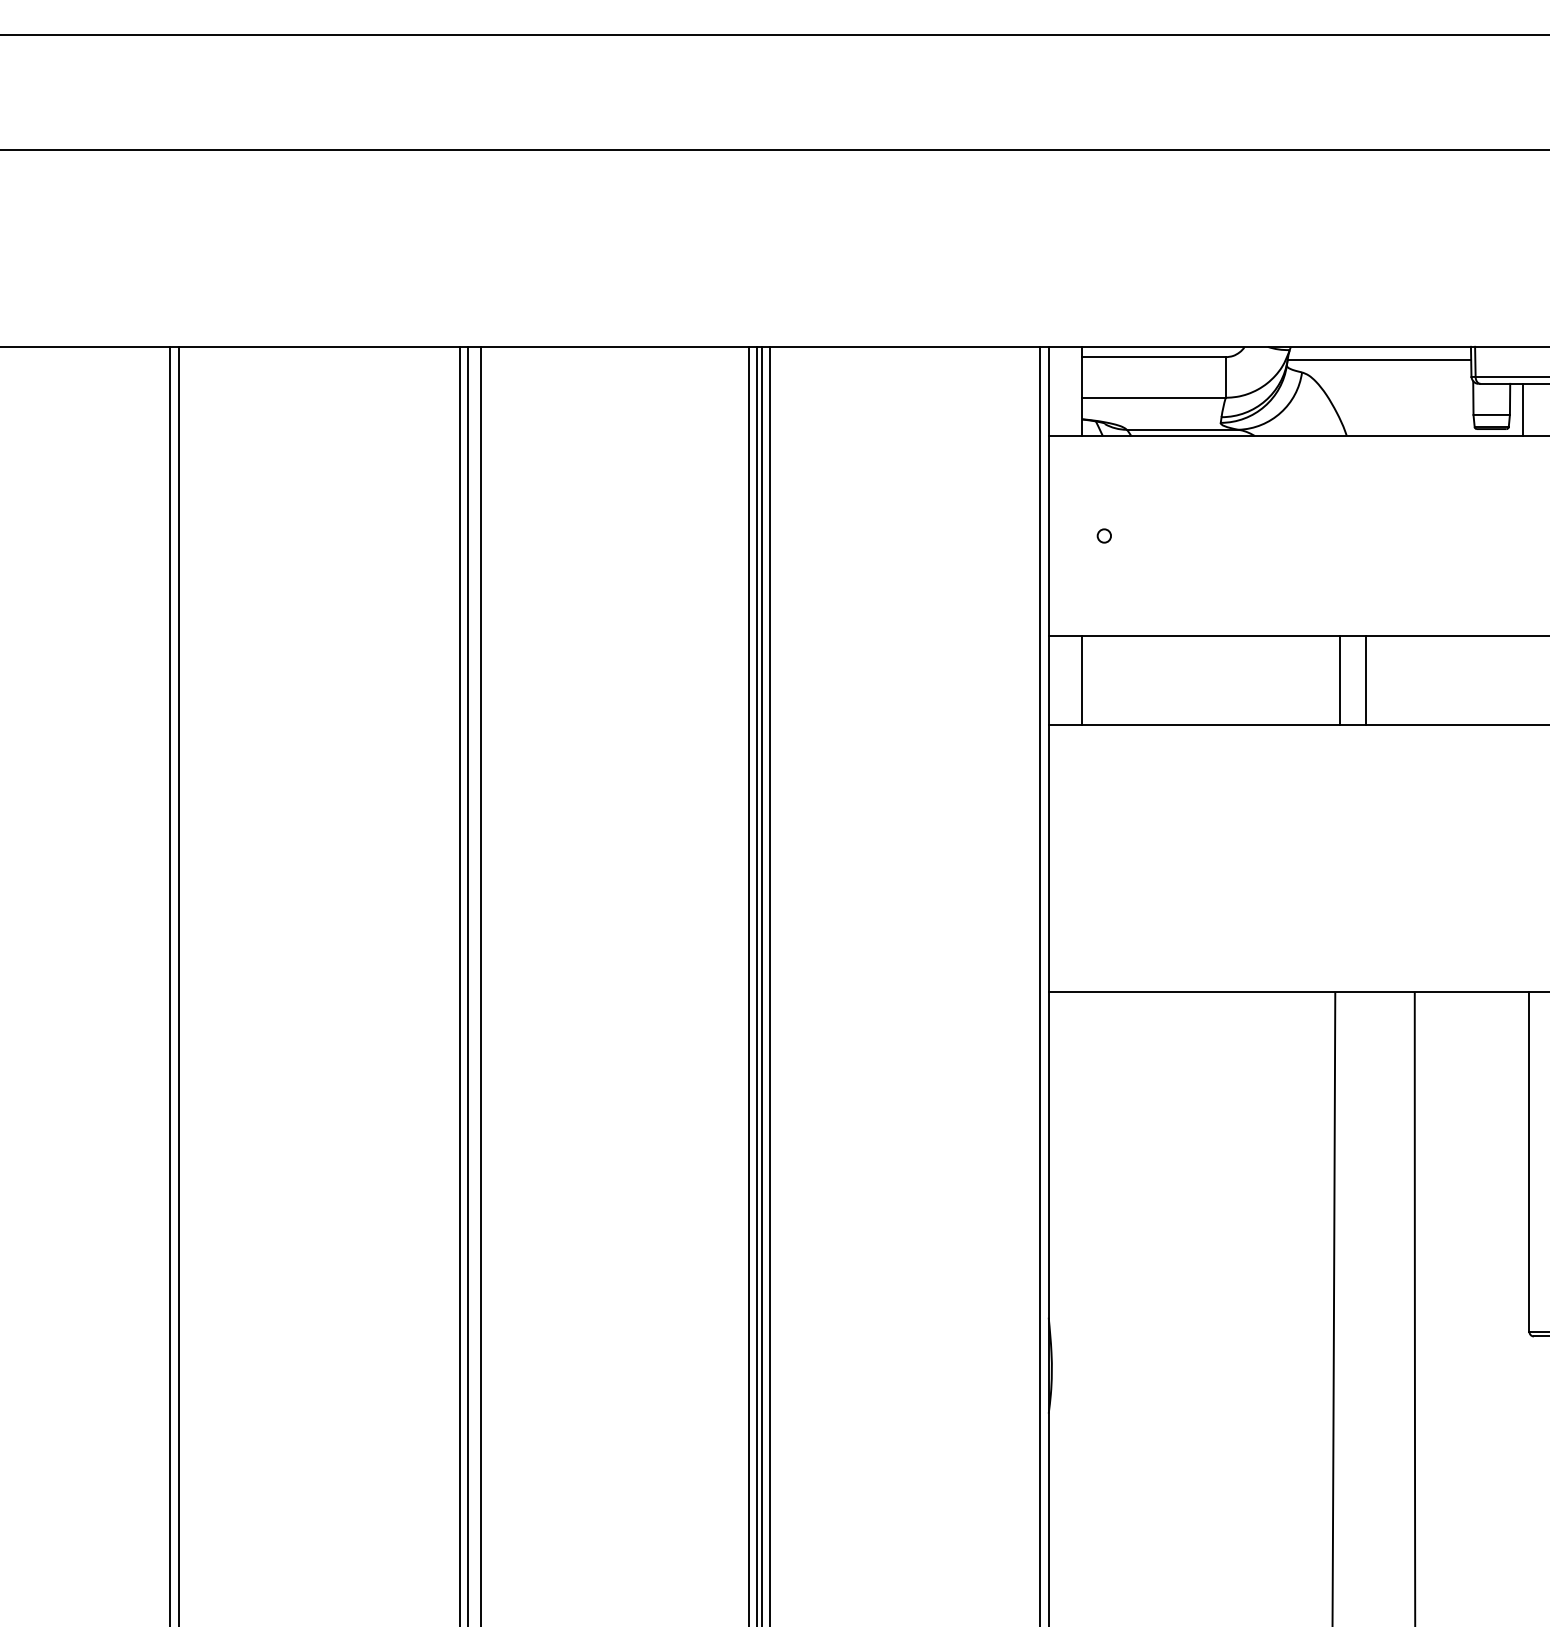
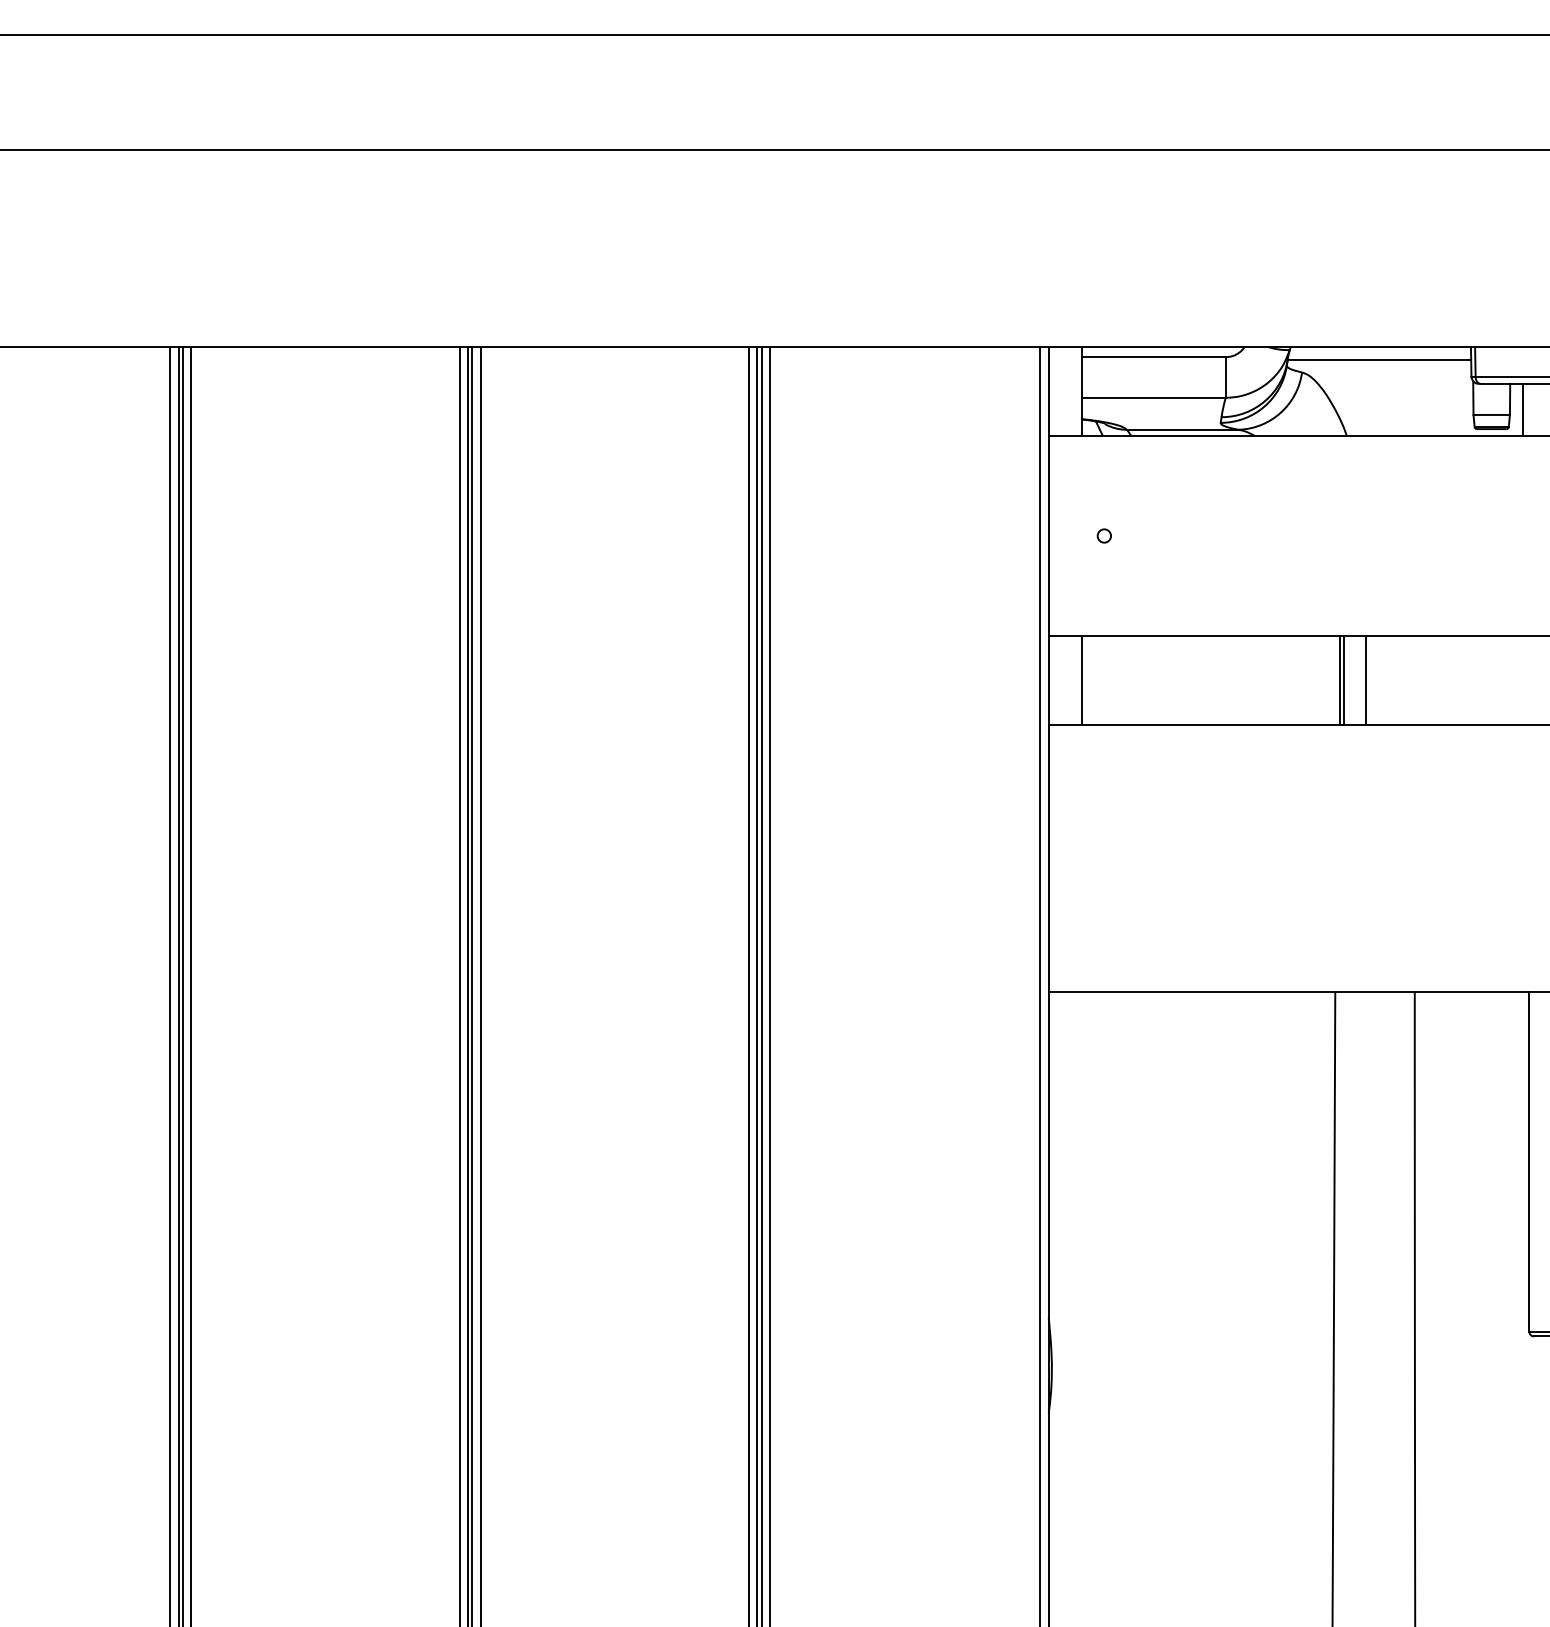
line at (1343, 680): none -> present
line at (182, 984): none -> present
line at (191, 984): none -> present
line at (472, 984): none -> present
